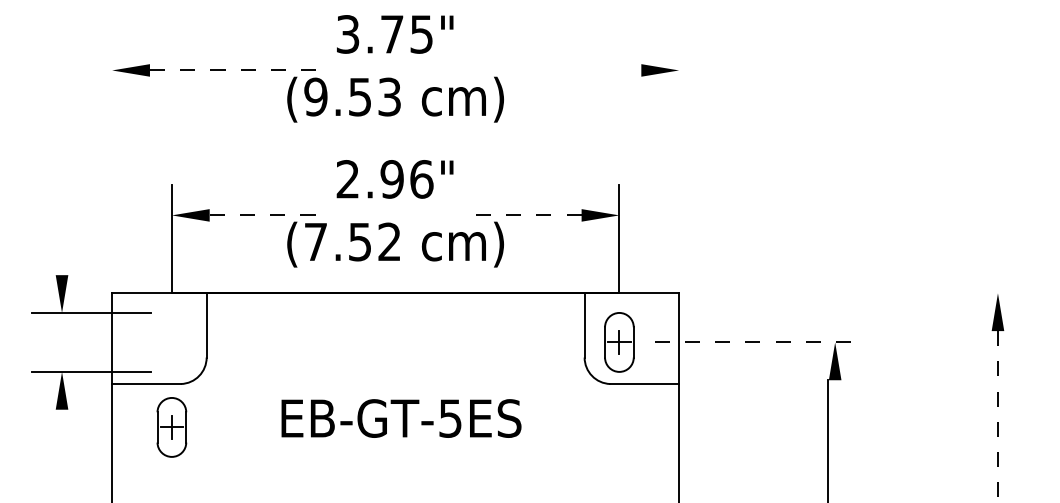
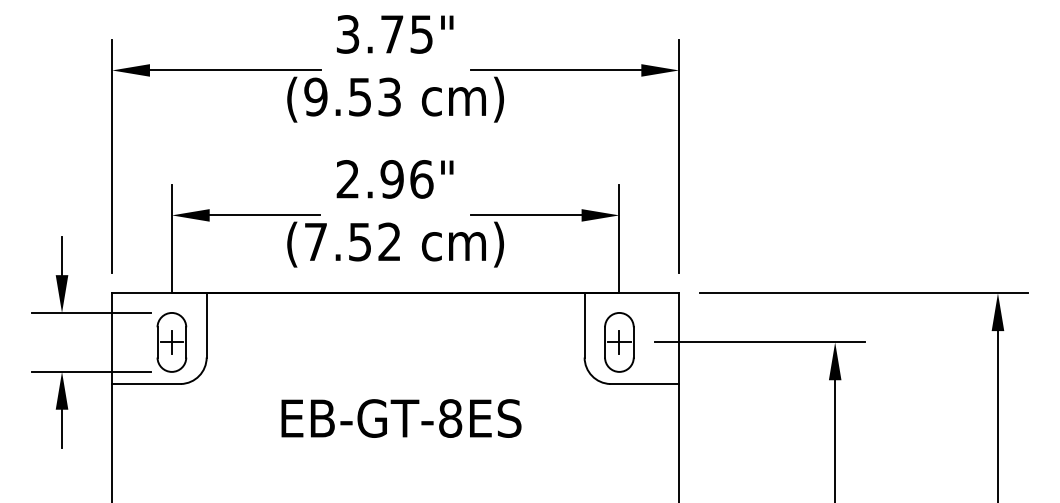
line at (235, 70): dashed -> solid
line at (555, 70): none -> present
line at (112, 156): none -> present
line at (679, 156): none -> present
line at (265, 215): dashed -> solid
line at (525, 215): dashed -> solid
line at (62, 256): none -> present
line at (863, 293): none -> present
line at (760, 342): dashed -> solid
line at (997, 417): dashed -> solid
text at (450, 418): EB-GT-5ES -> EB-GT-8ES
part at (171, 427) position: (171, 427) -> (171, 342)
line at (62, 428): none -> present
line at (828, 439) position: (828, 439) -> (835, 439)
